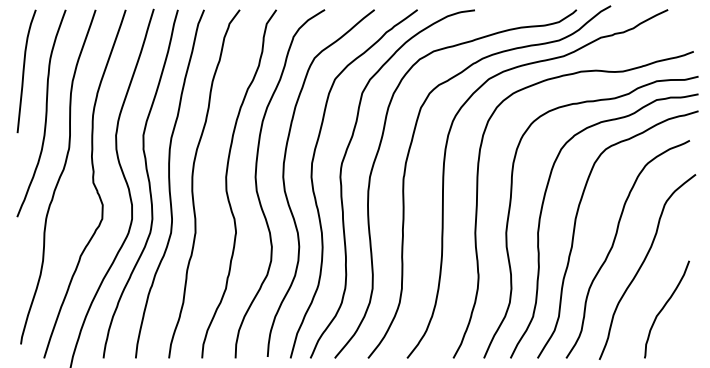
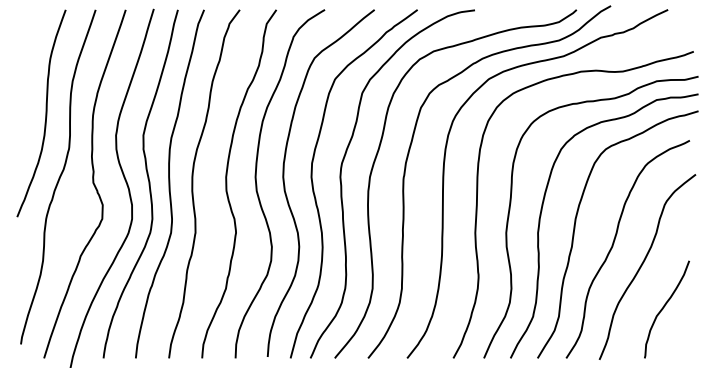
curve at (24, 71): present -> none
